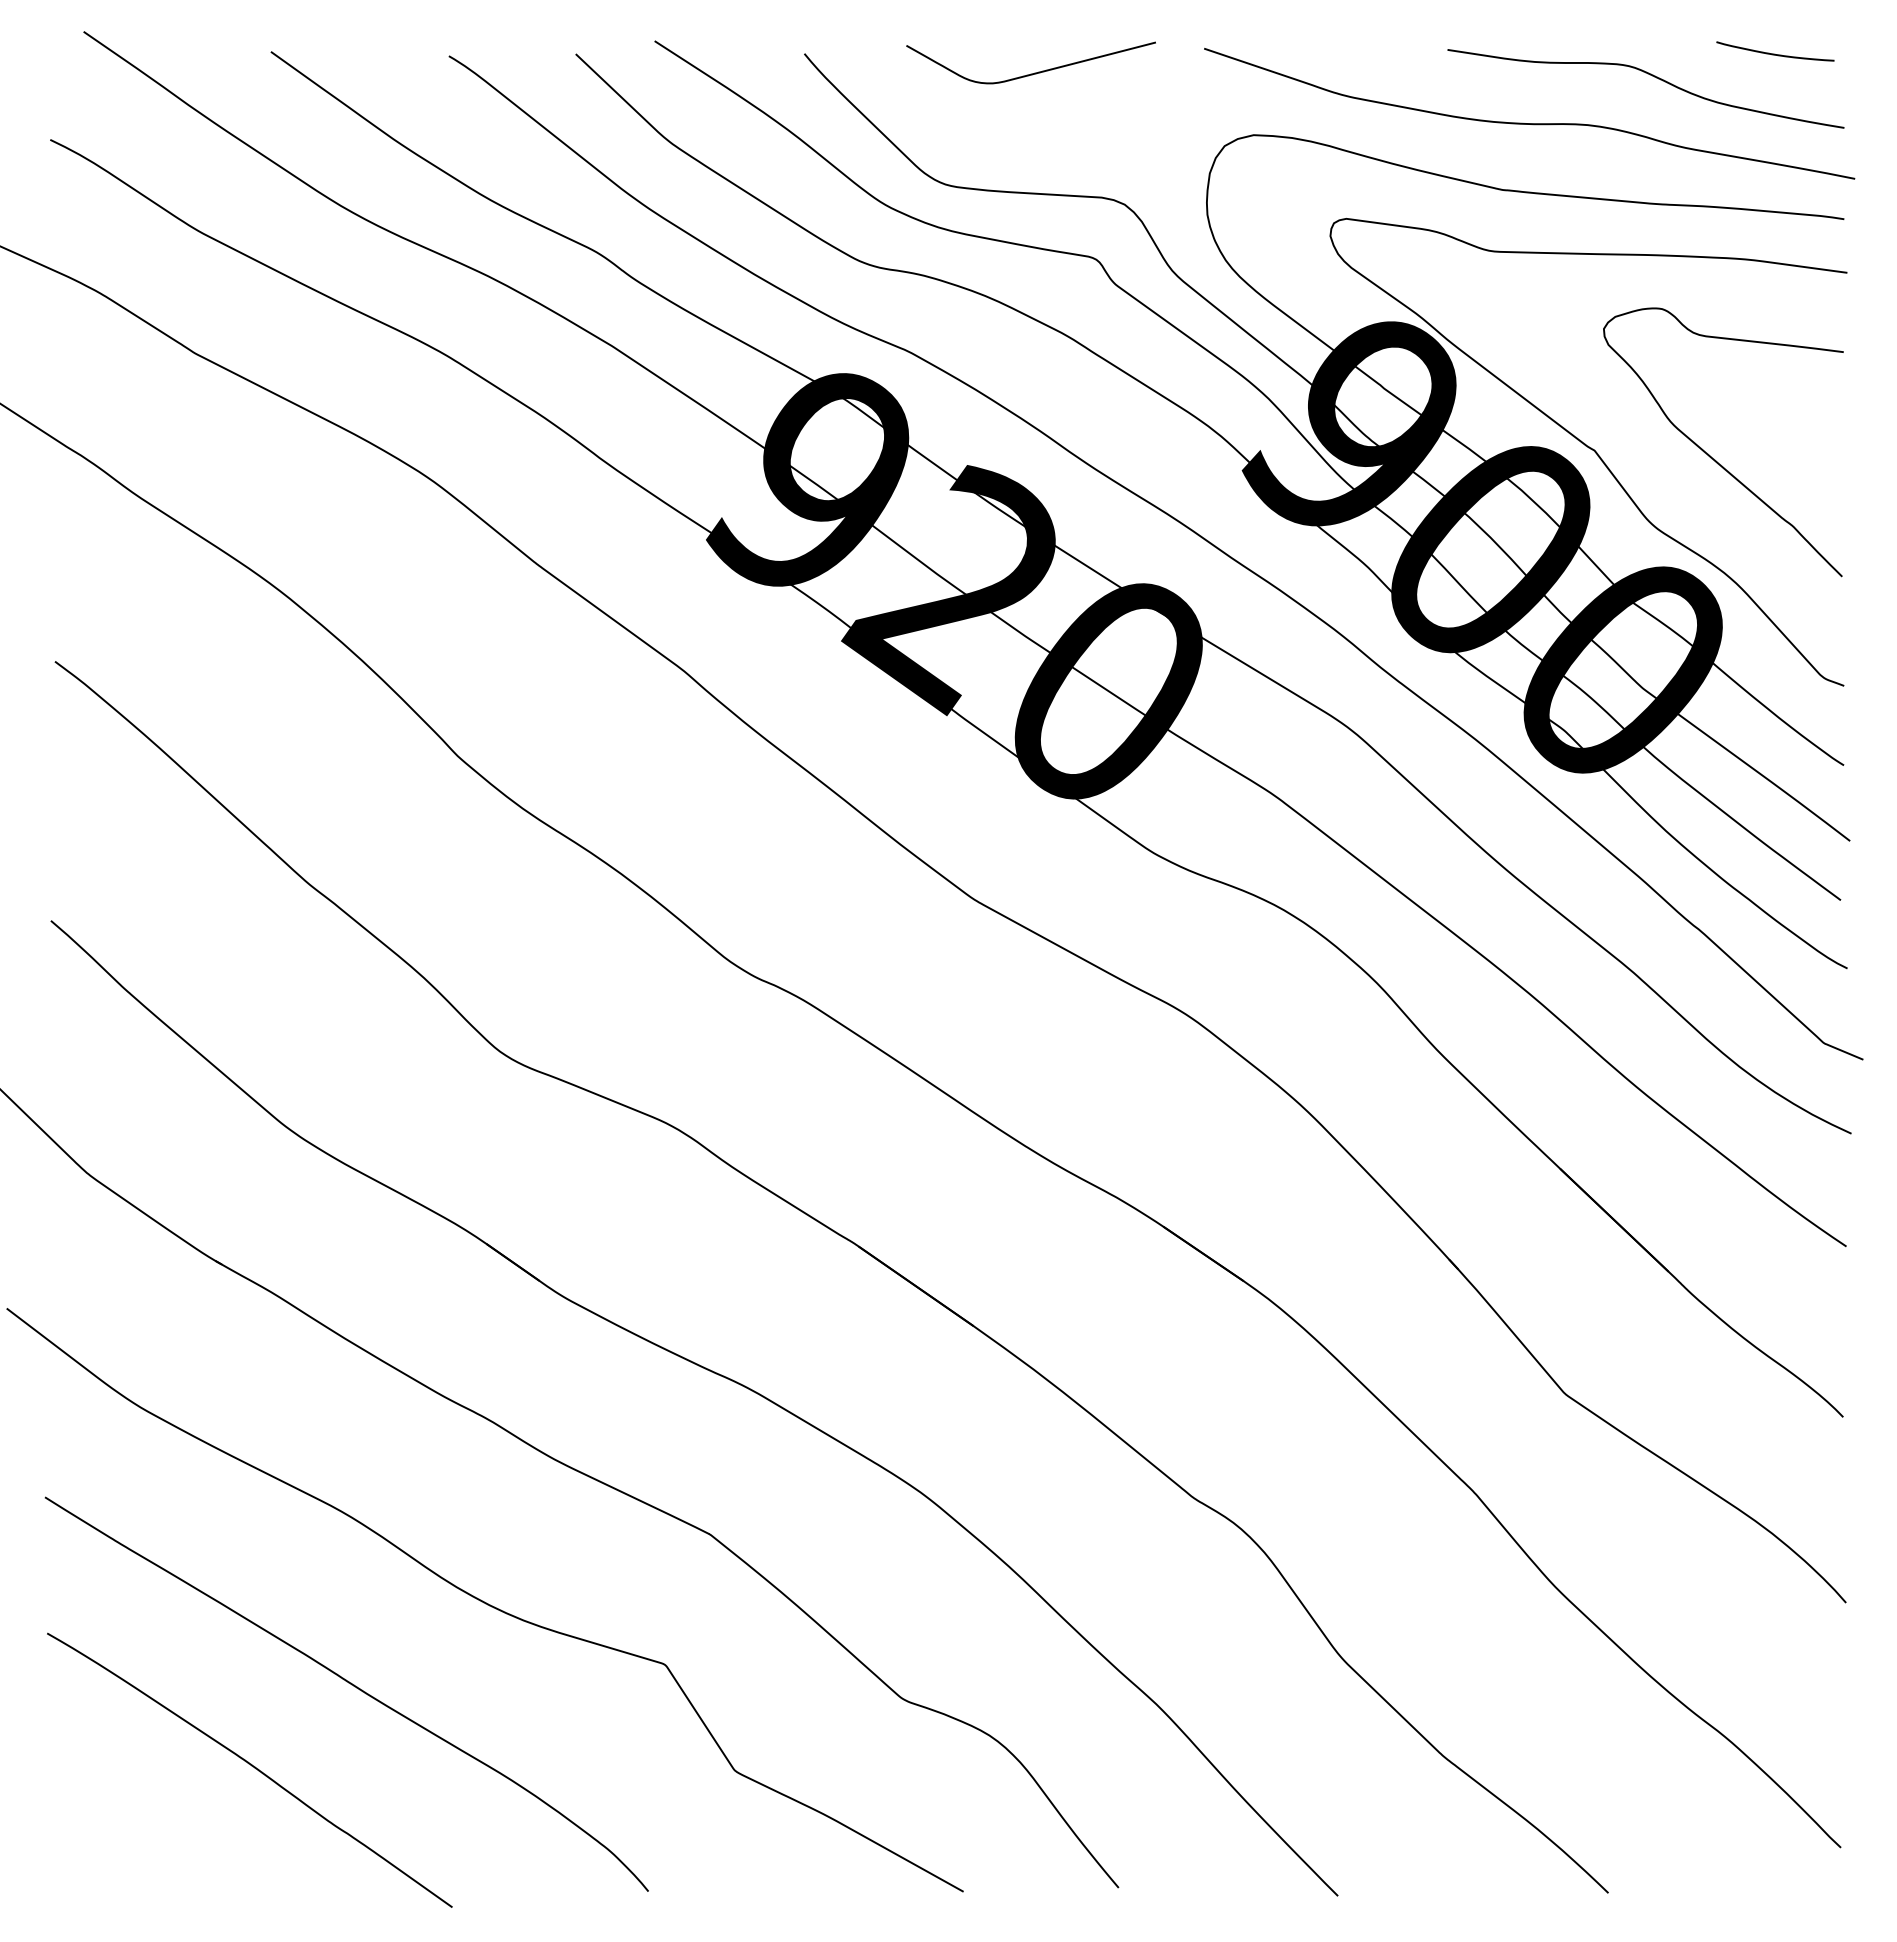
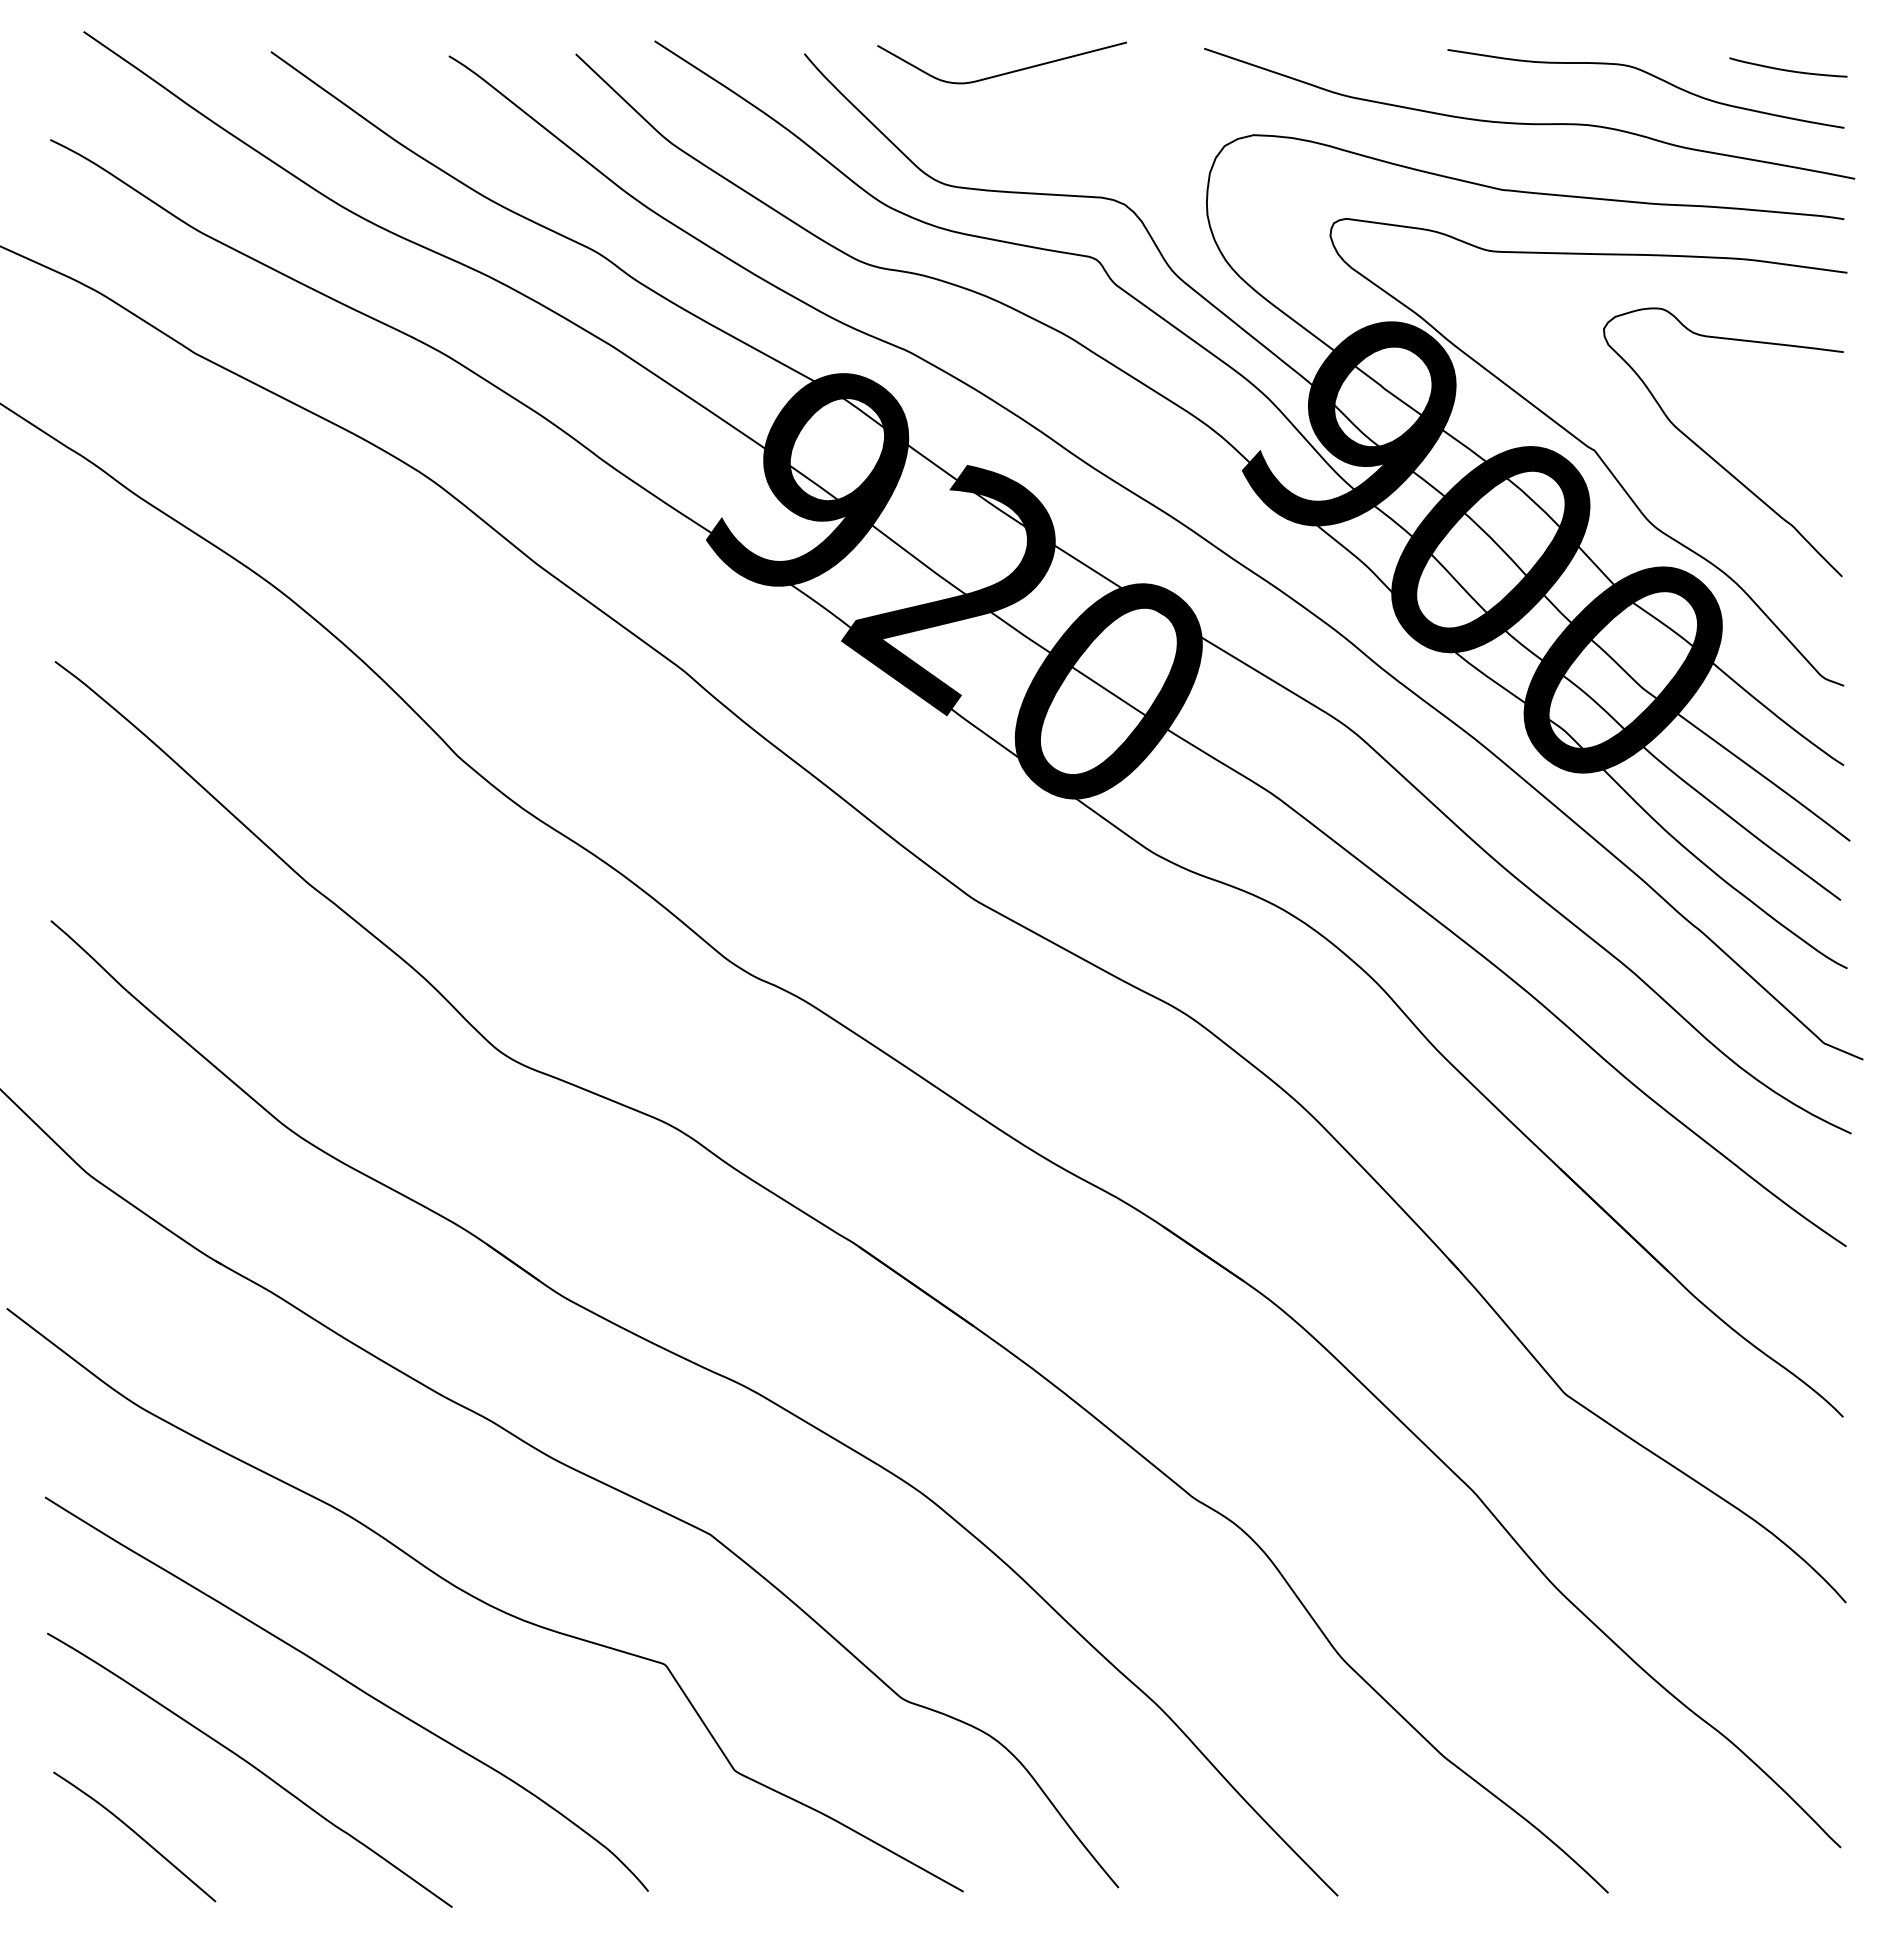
curve at (1775, 53) position: (1775, 53) -> (1788, 69)
curve at (1034, 72) position: (1034, 72) -> (1005, 72)
curve at (135, 1834): none -> present
